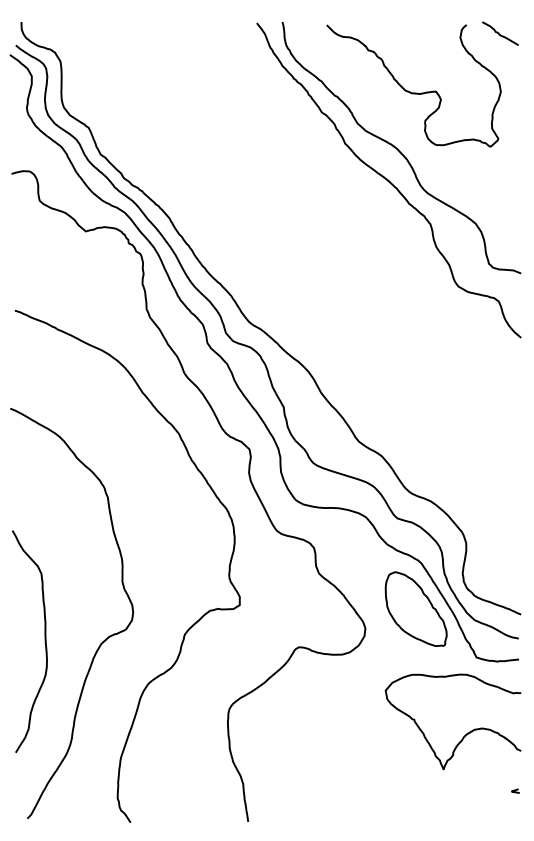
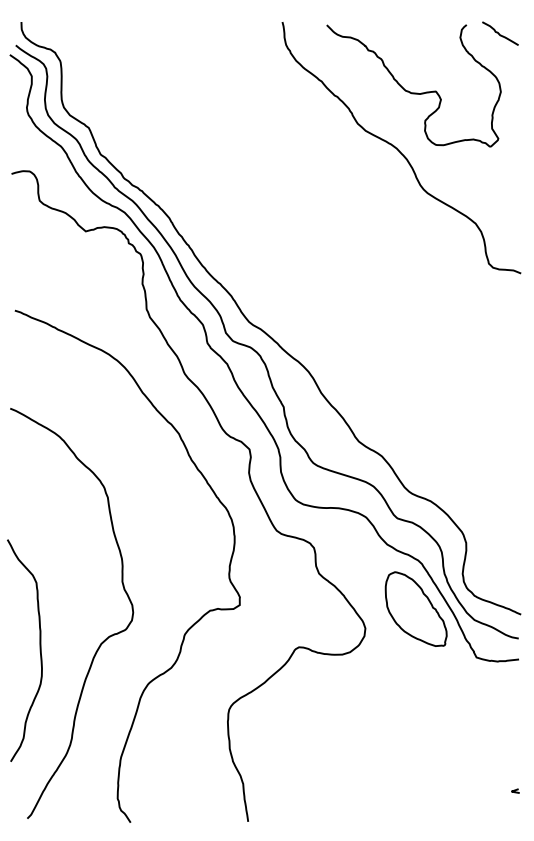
curve at (388, 180): present -> none
curve at (44, 641) position: (44, 641) -> (39, 650)
curve at (465, 734): present -> none
